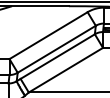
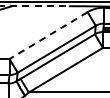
line at (34, 6): solid -> dashed
line at (48, 35): solid -> dashed
